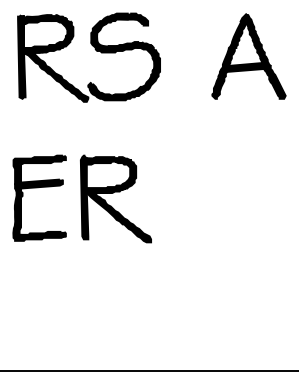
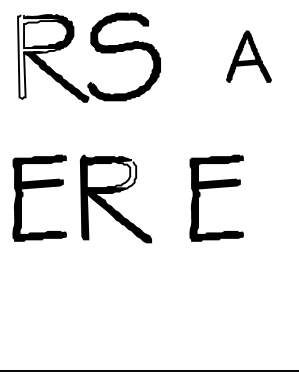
fill at (42, 56): present -> none
part at (248, 56) size: 76x87 px -> 46x53 px
fill at (111, 174): present -> none
part at (215, 188): none -> present
